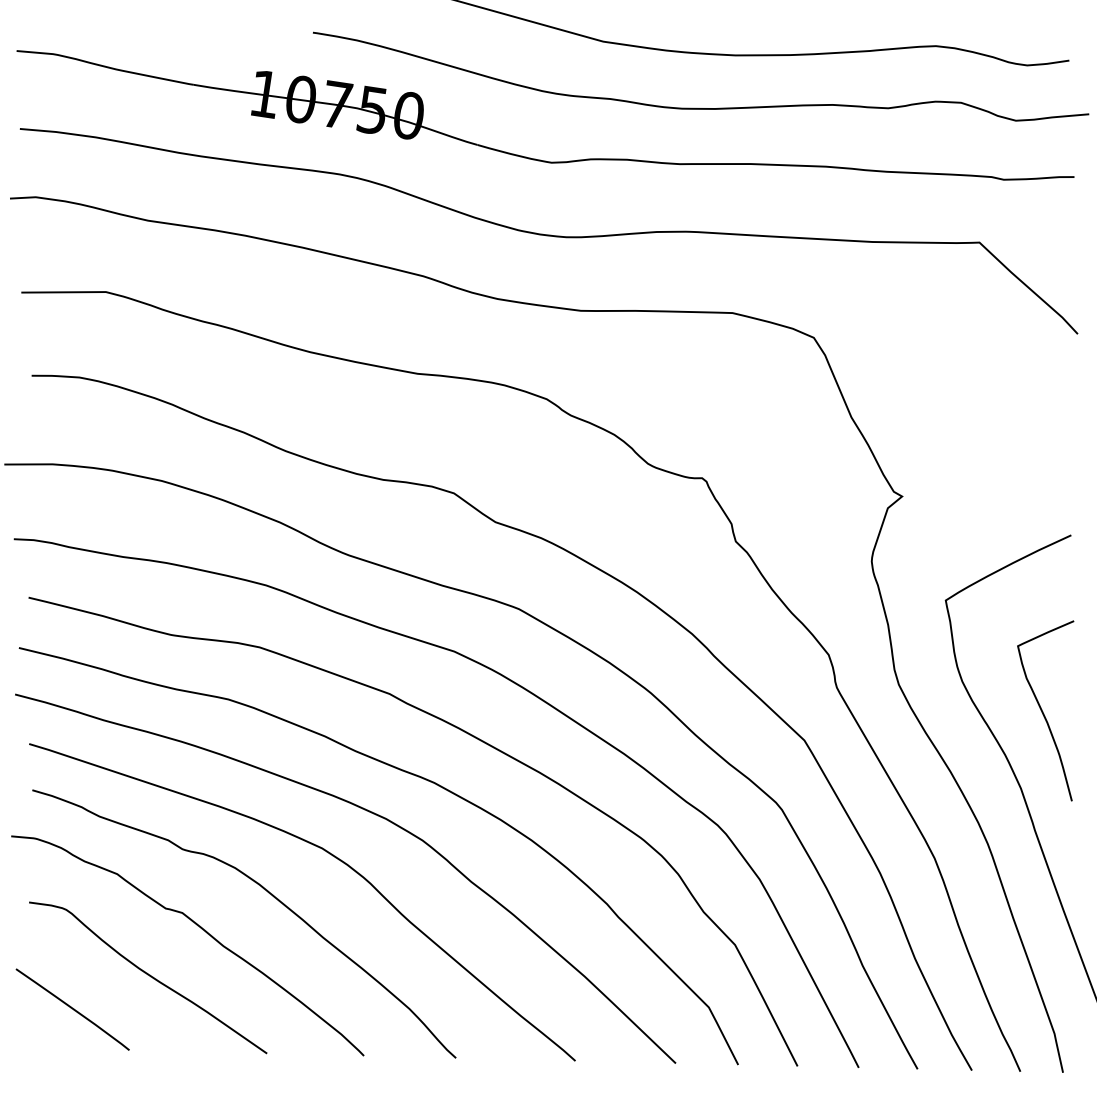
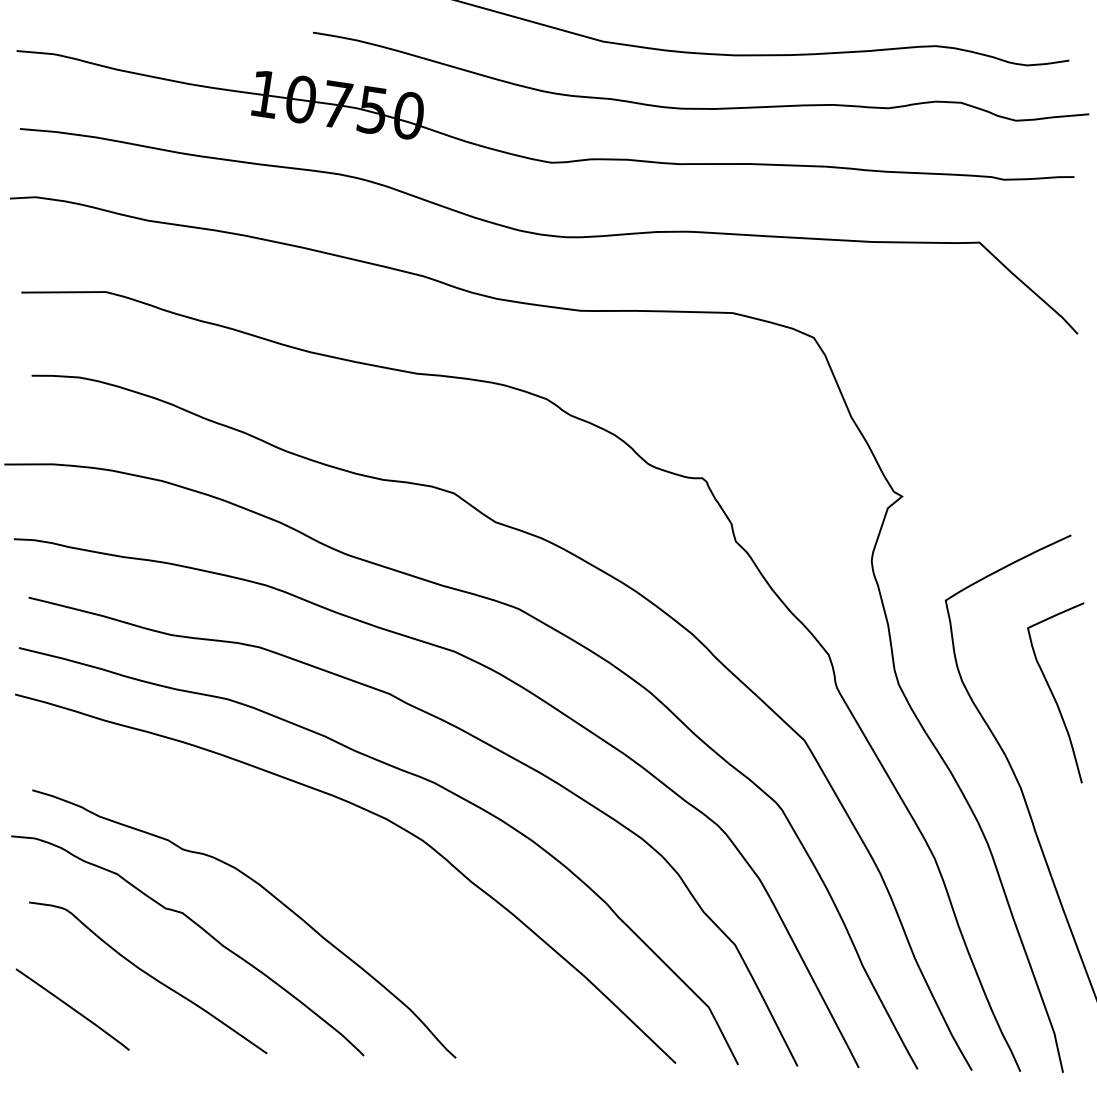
curve at (1043, 711) position: (1043, 711) -> (1053, 693)
curve at (332, 856): present -> none
